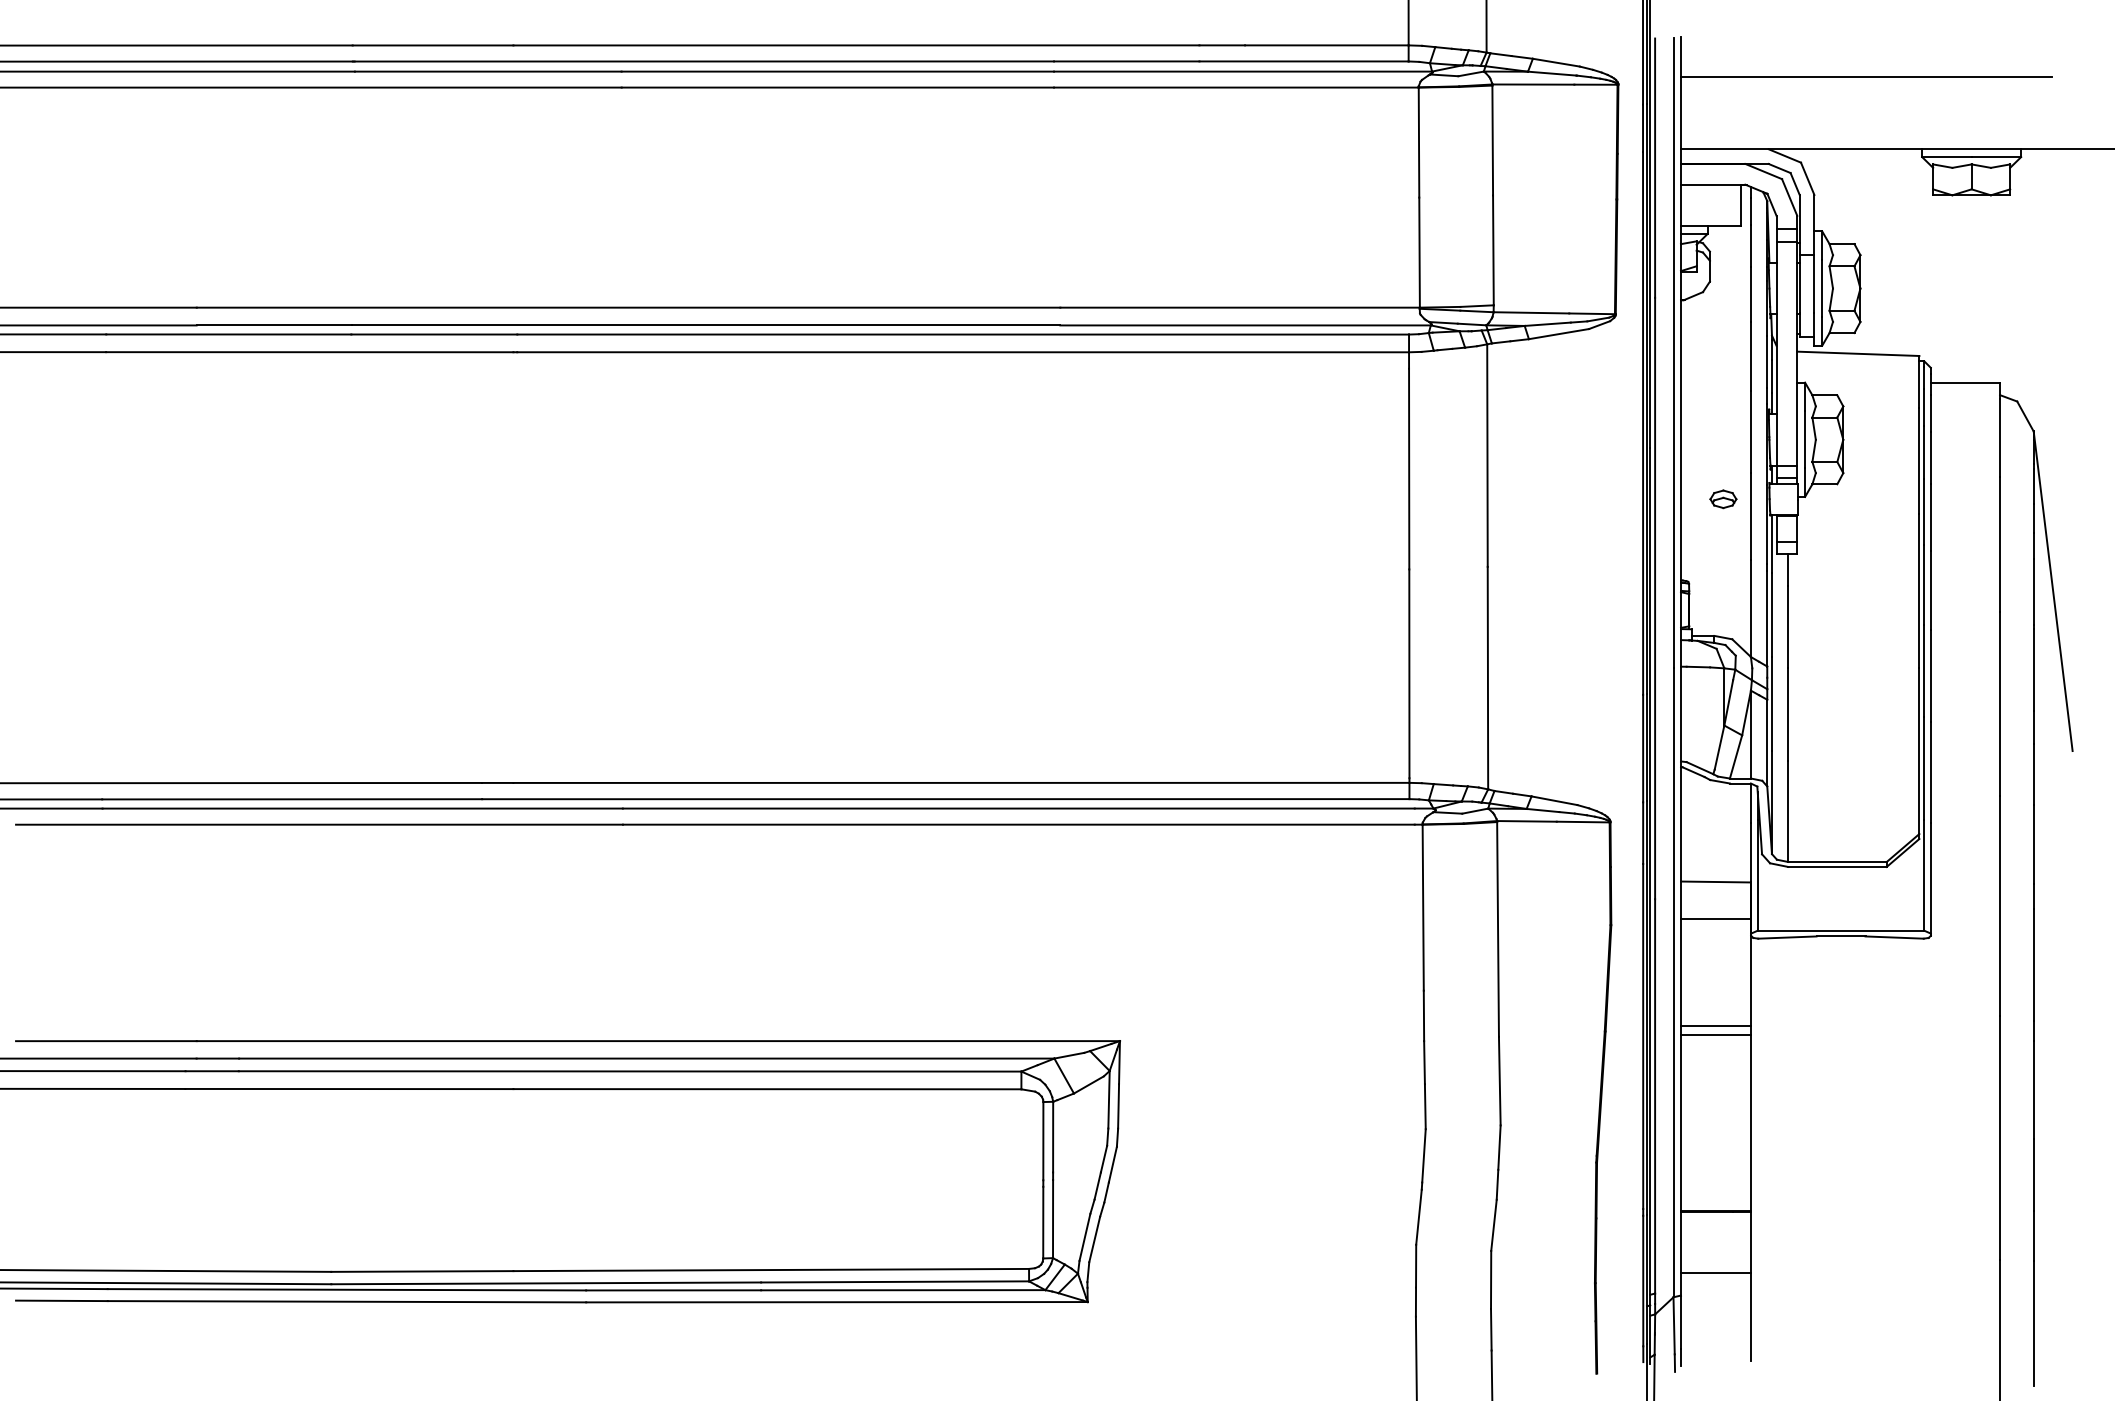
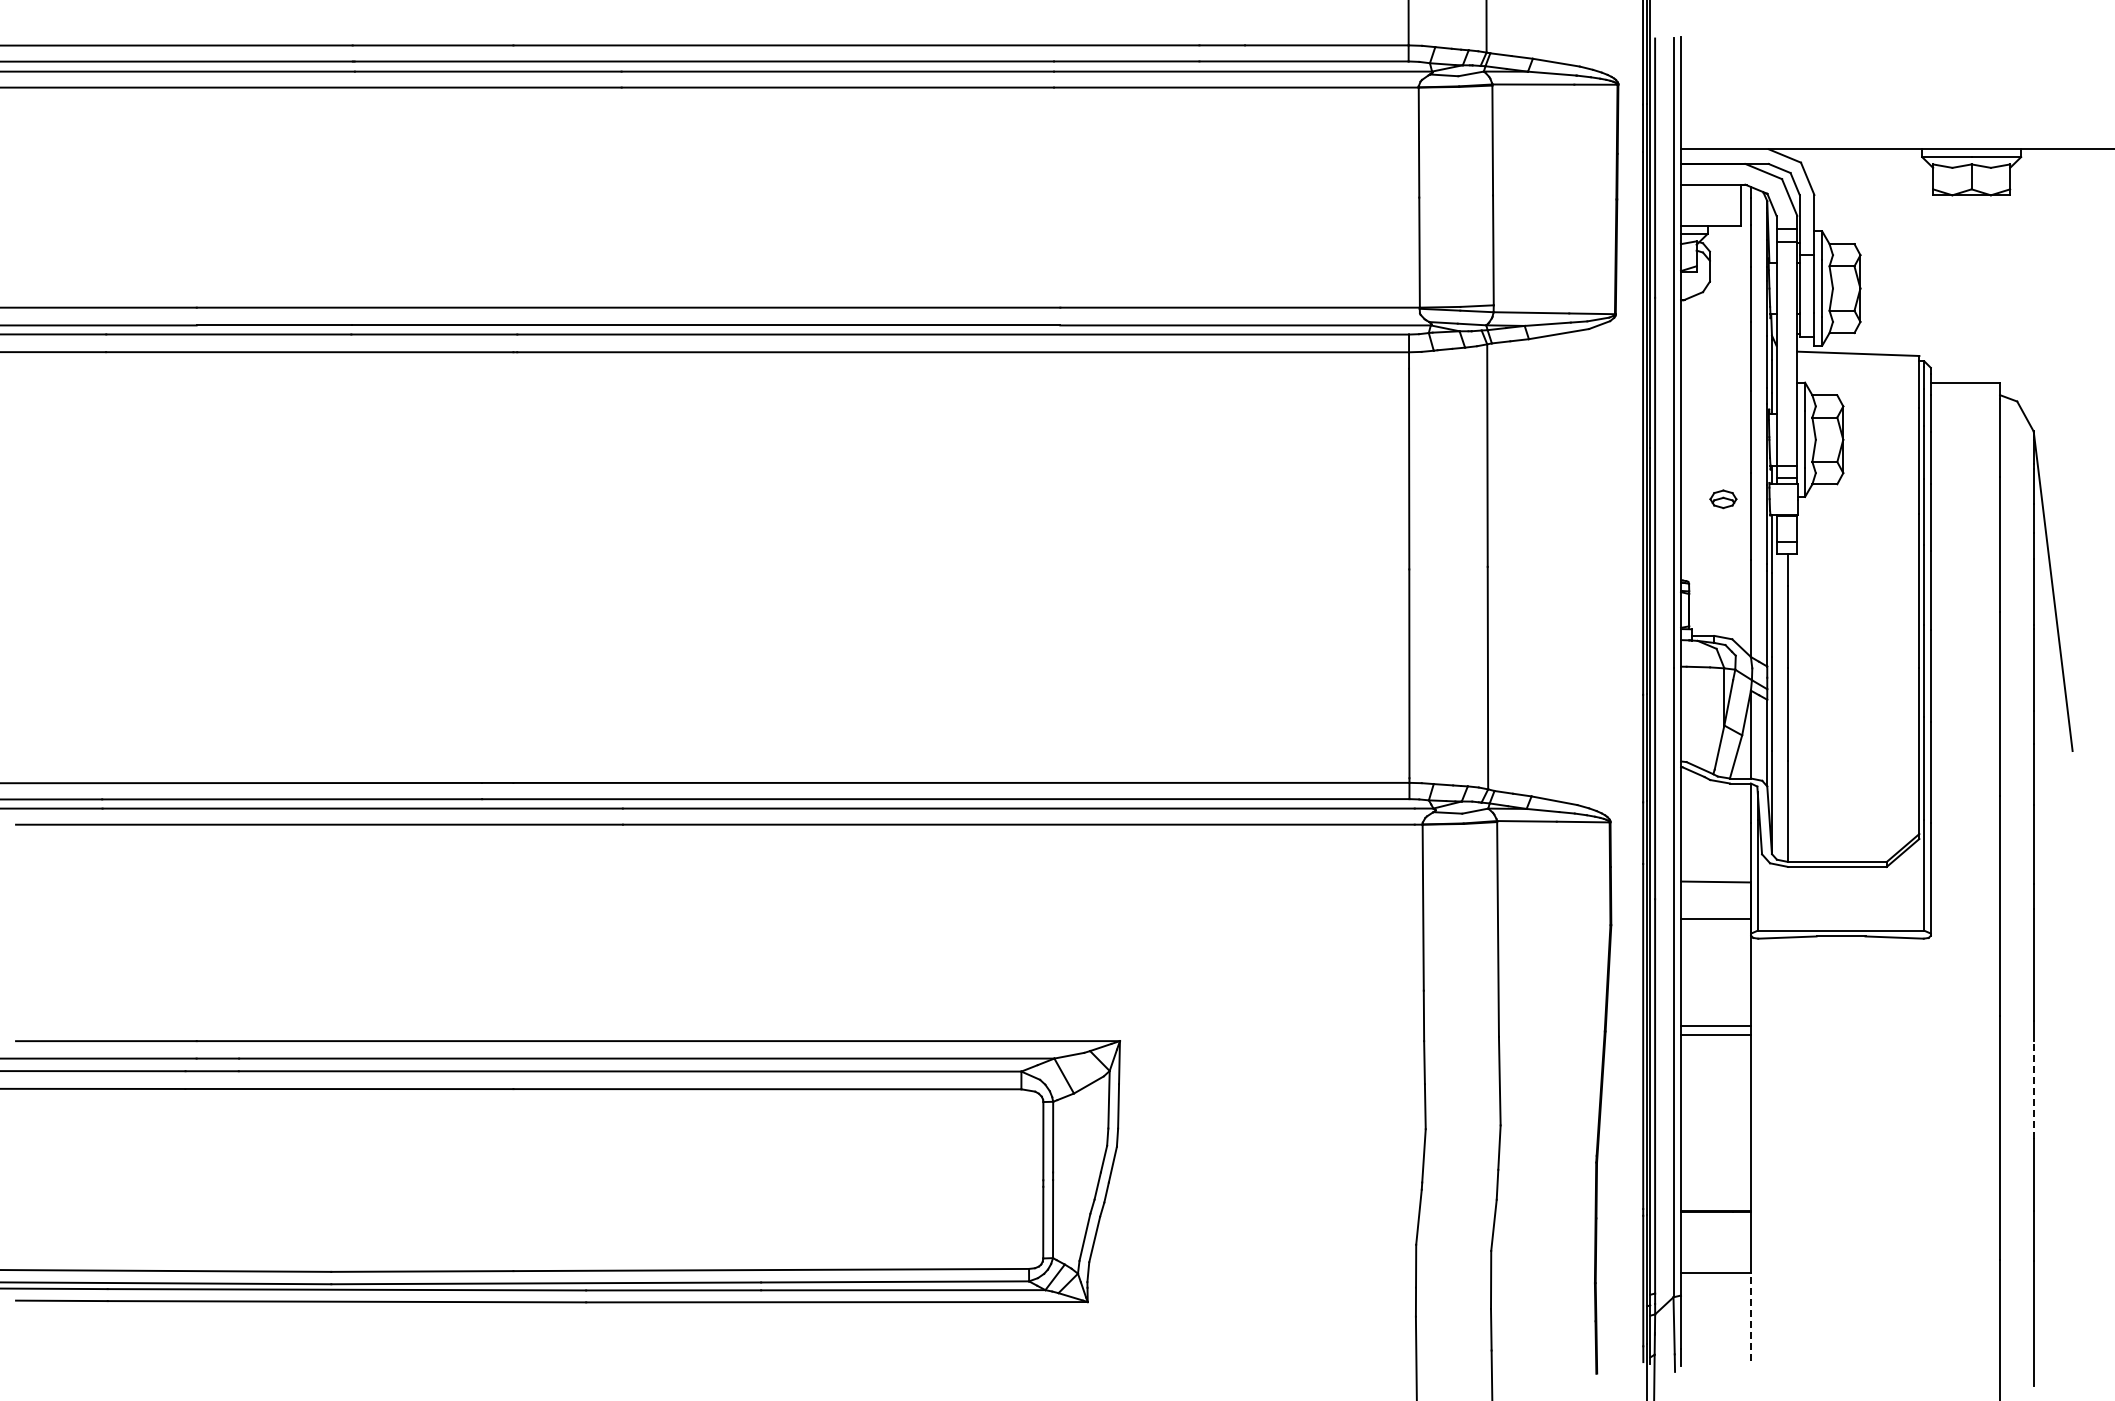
line at (1865, 76): present -> none
line at (2033, 1090): solid -> dashed
line at (1750, 1316): solid -> dashed
